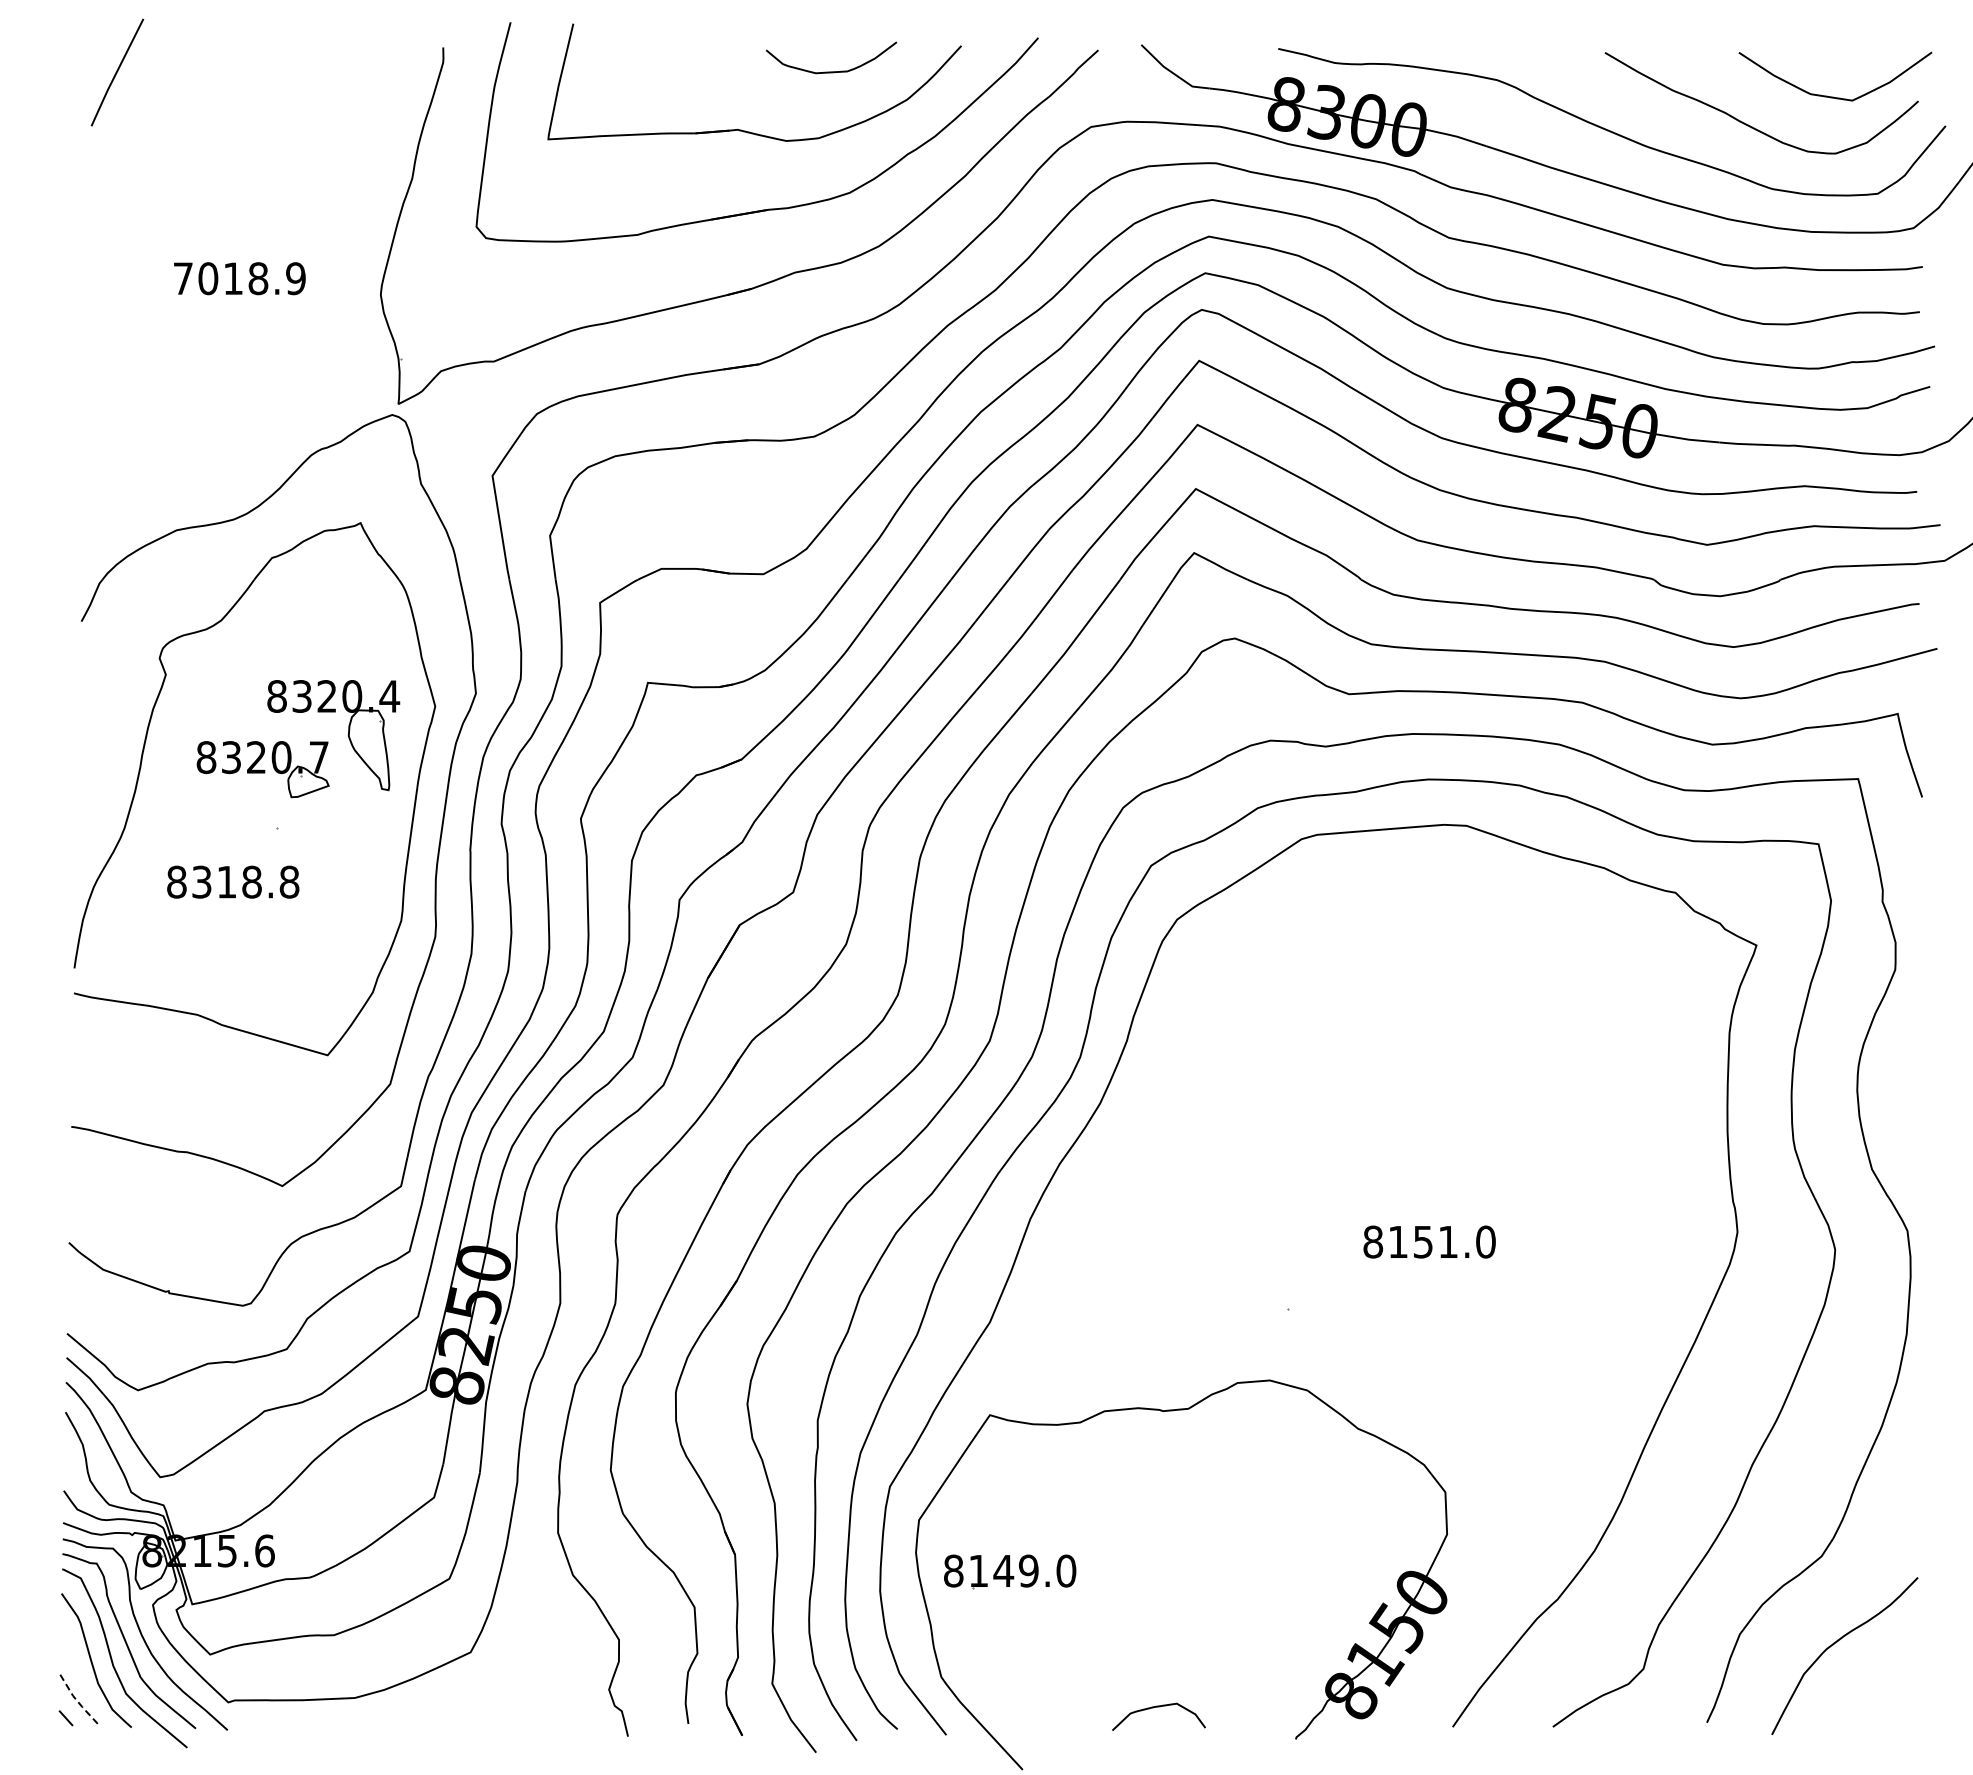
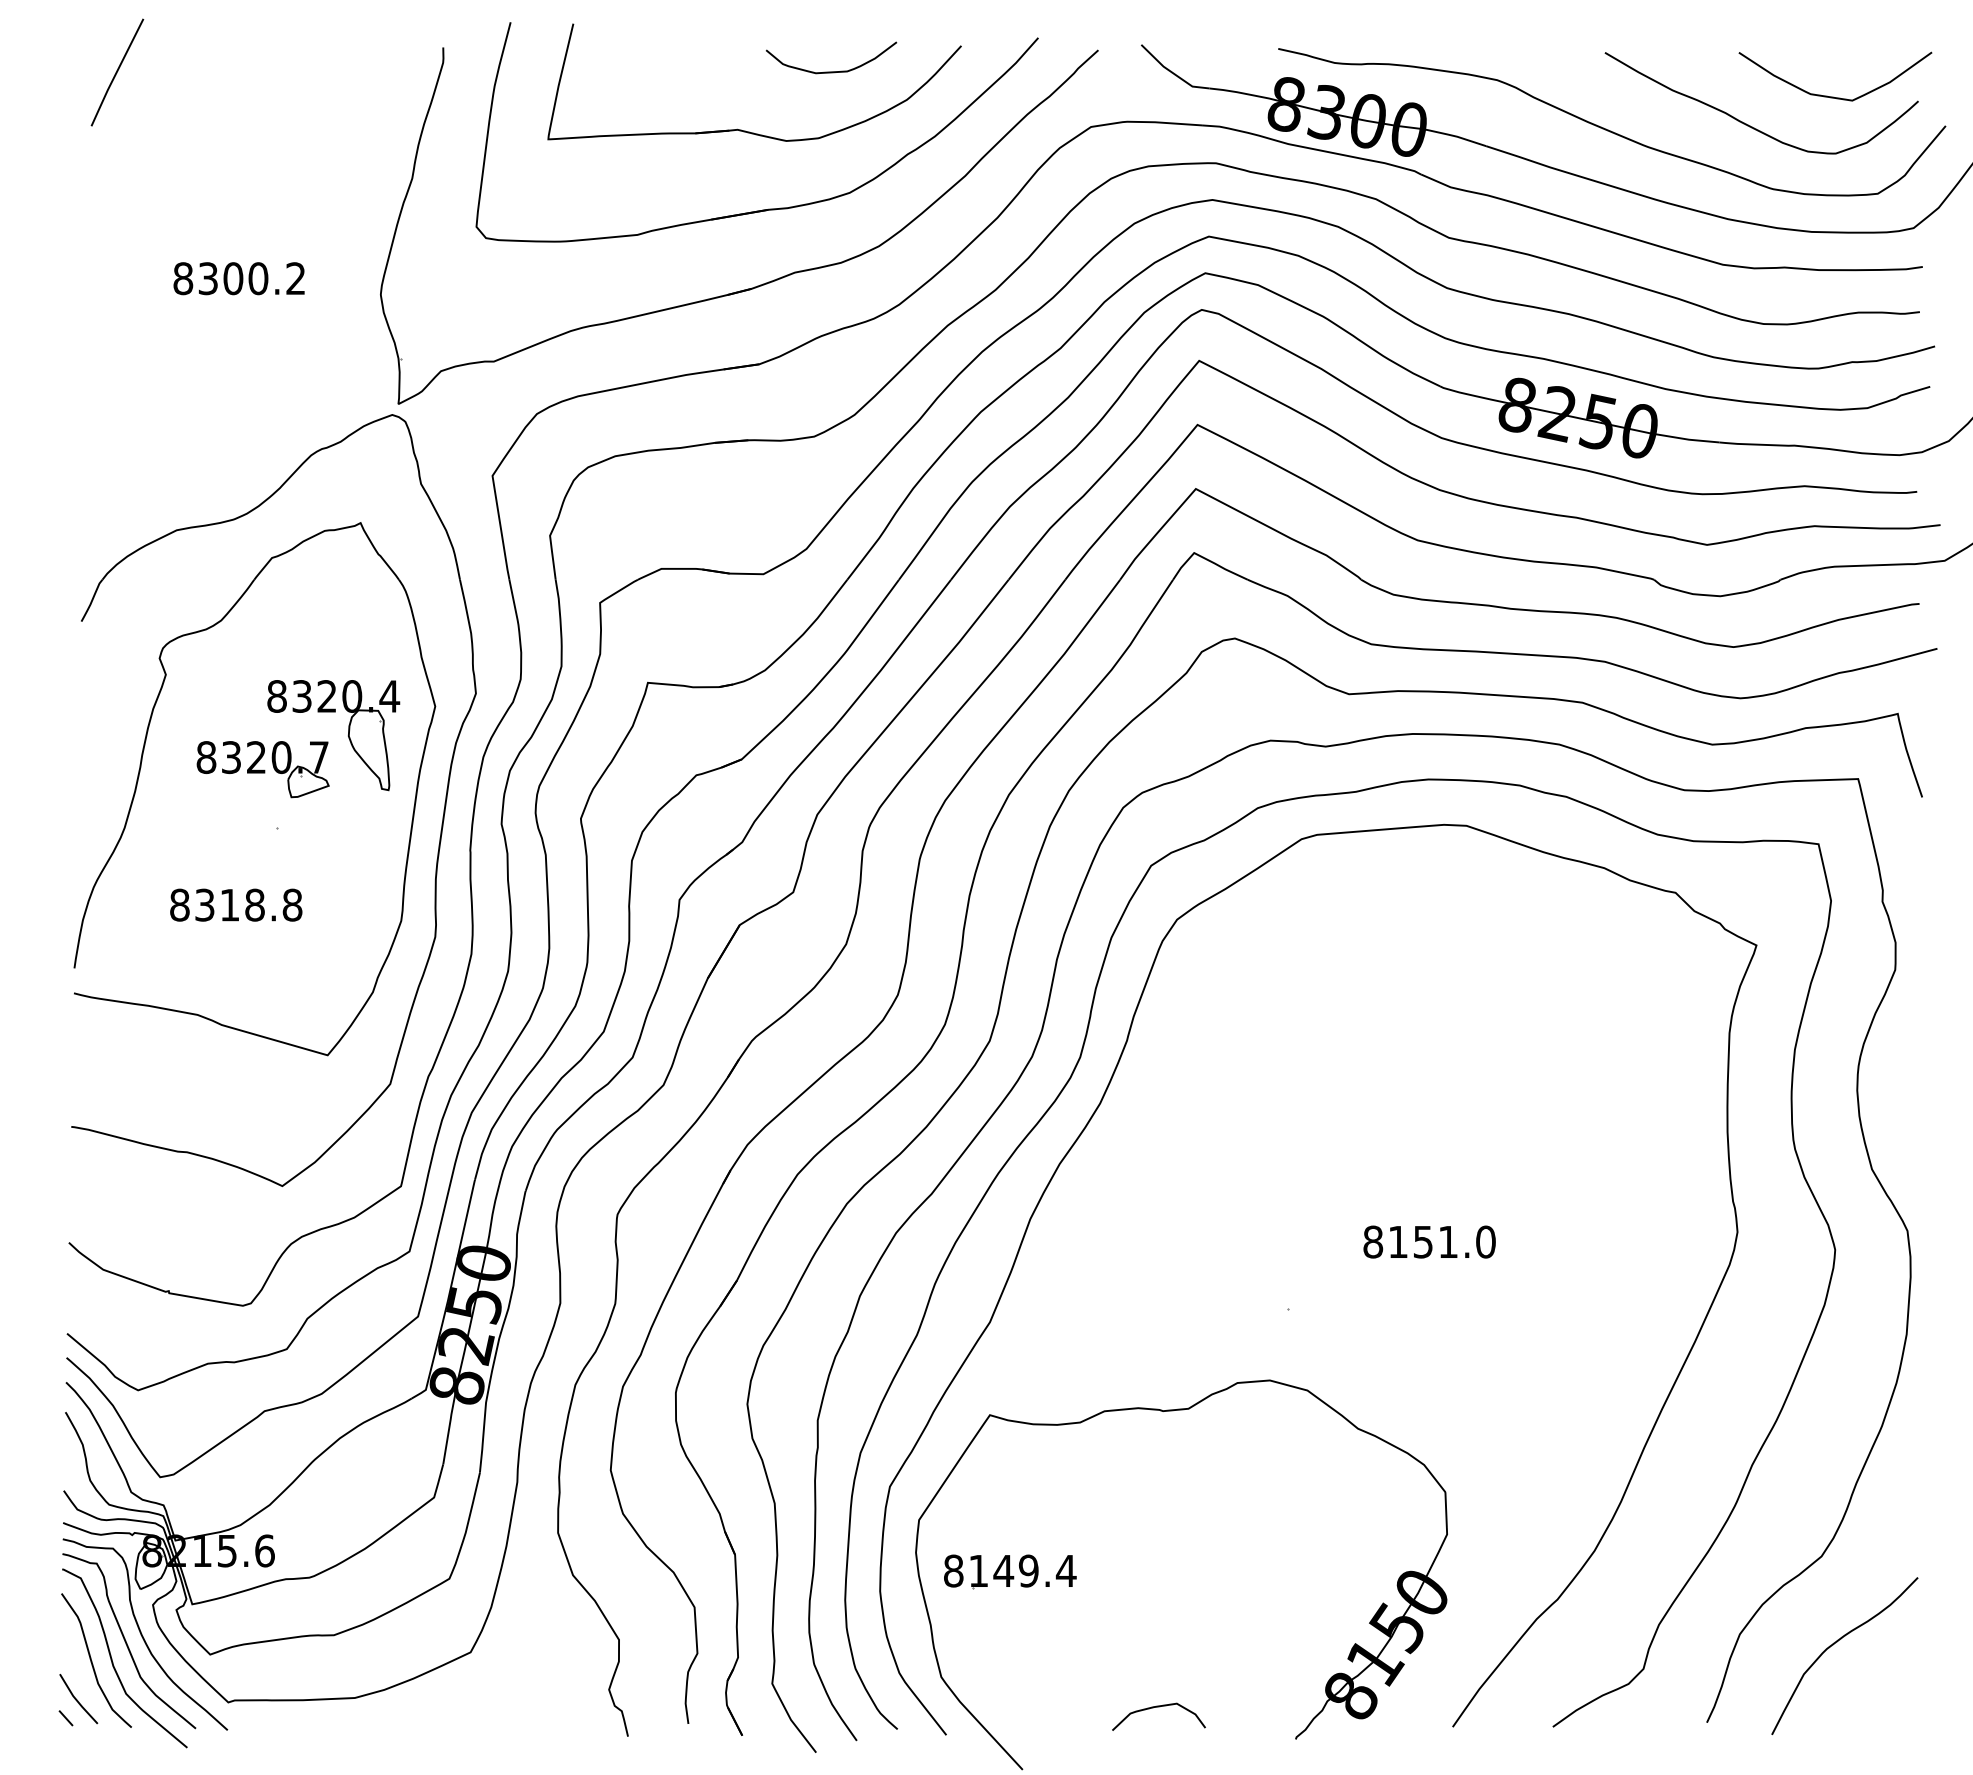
text at (239, 278): 7018.9 -> 8300.2
text at (233, 881) position: (233, 881) -> (236, 904)
text at (1065, 1570): 8149.0 -> 8149.4
line at (76, 1700): dashed -> solid
